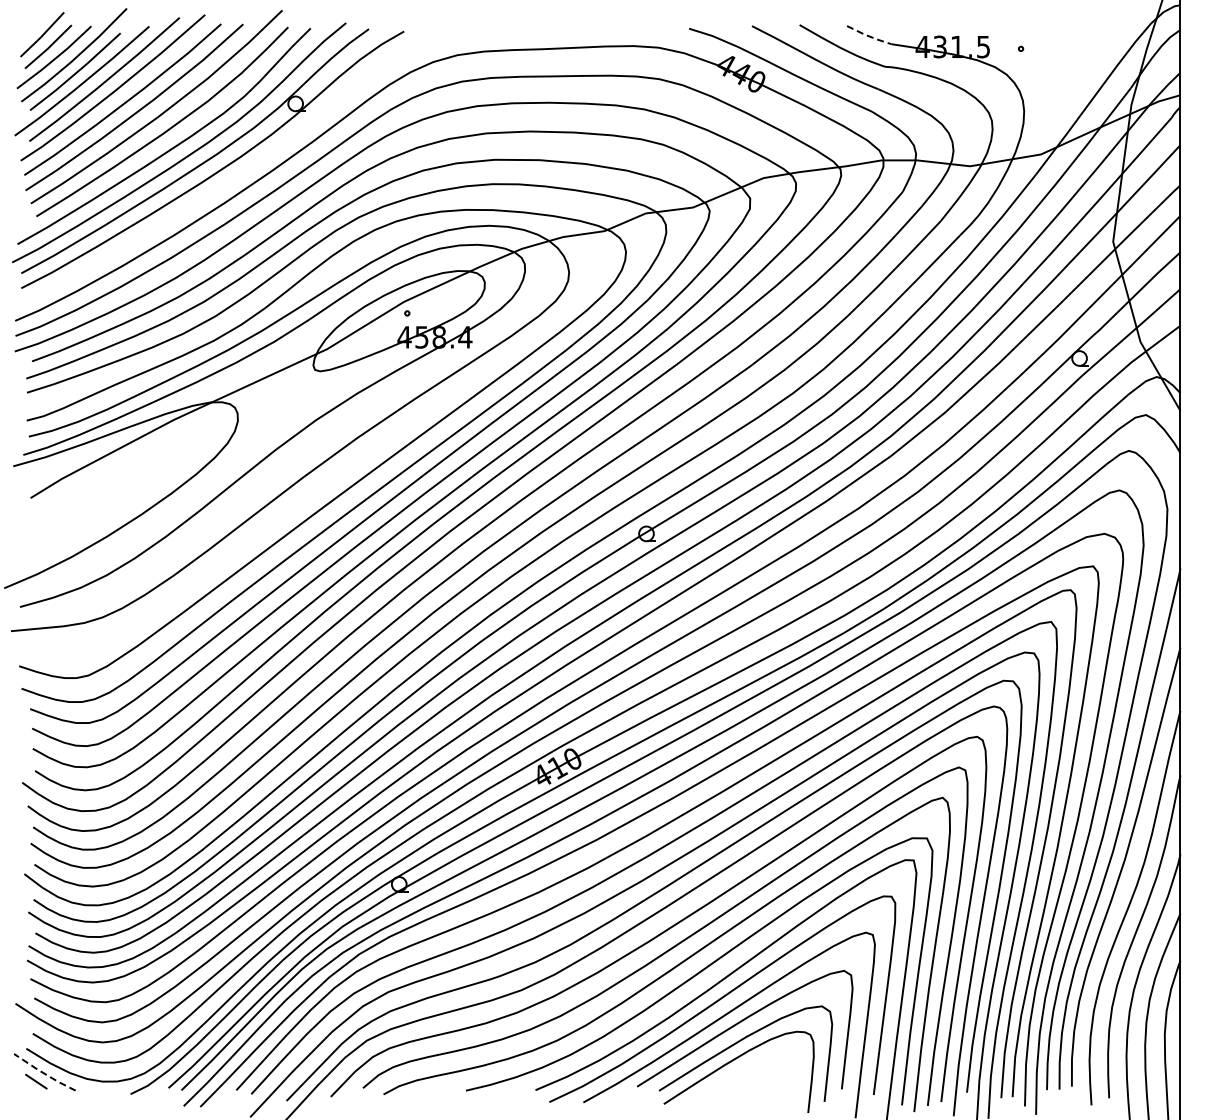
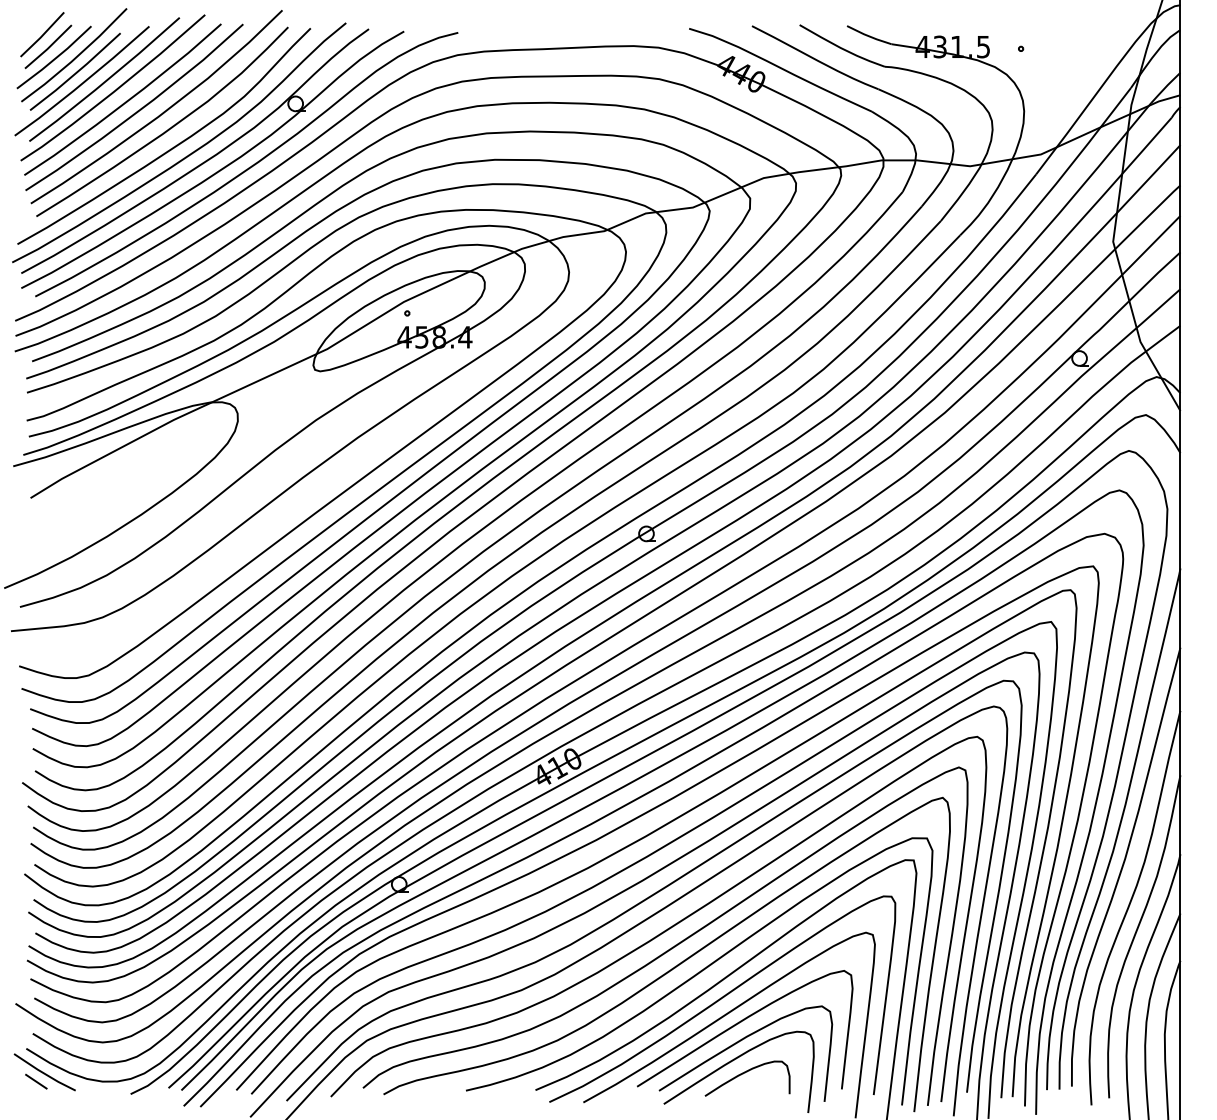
line at (869, 36): dashed -> solid
curve at (248, 167): none -> present
line at (43, 1073): dashed -> solid
curve at (745, 1073): none -> present
